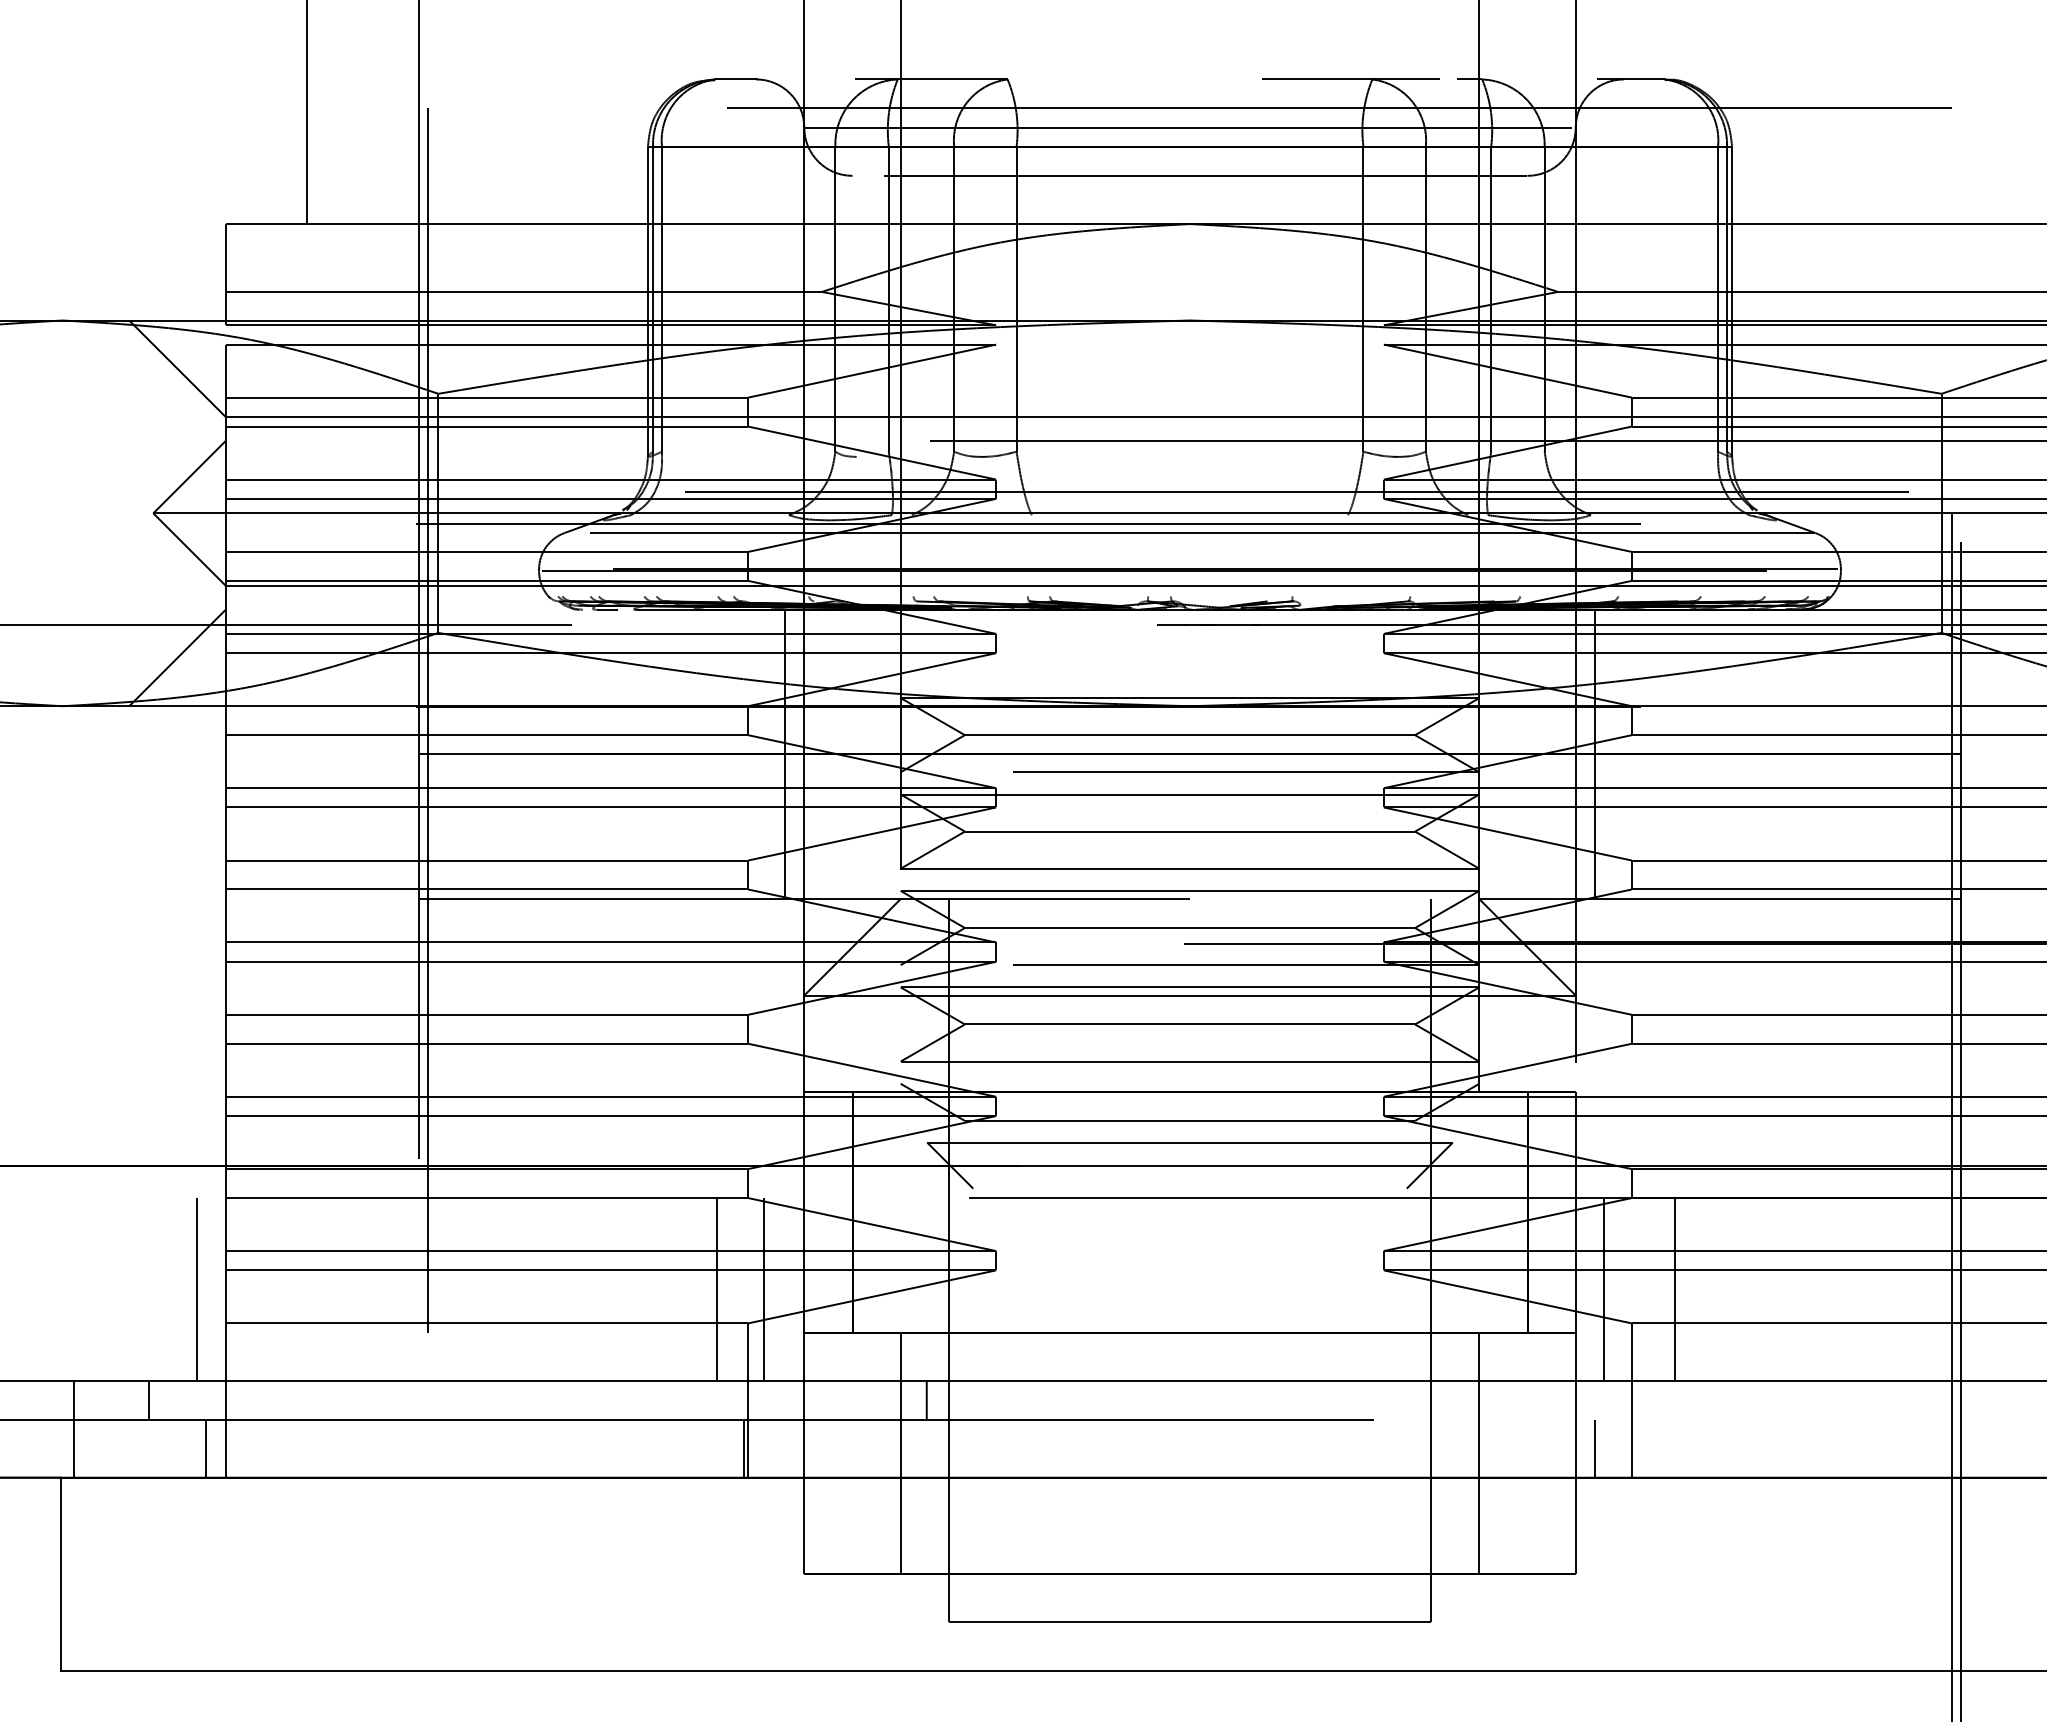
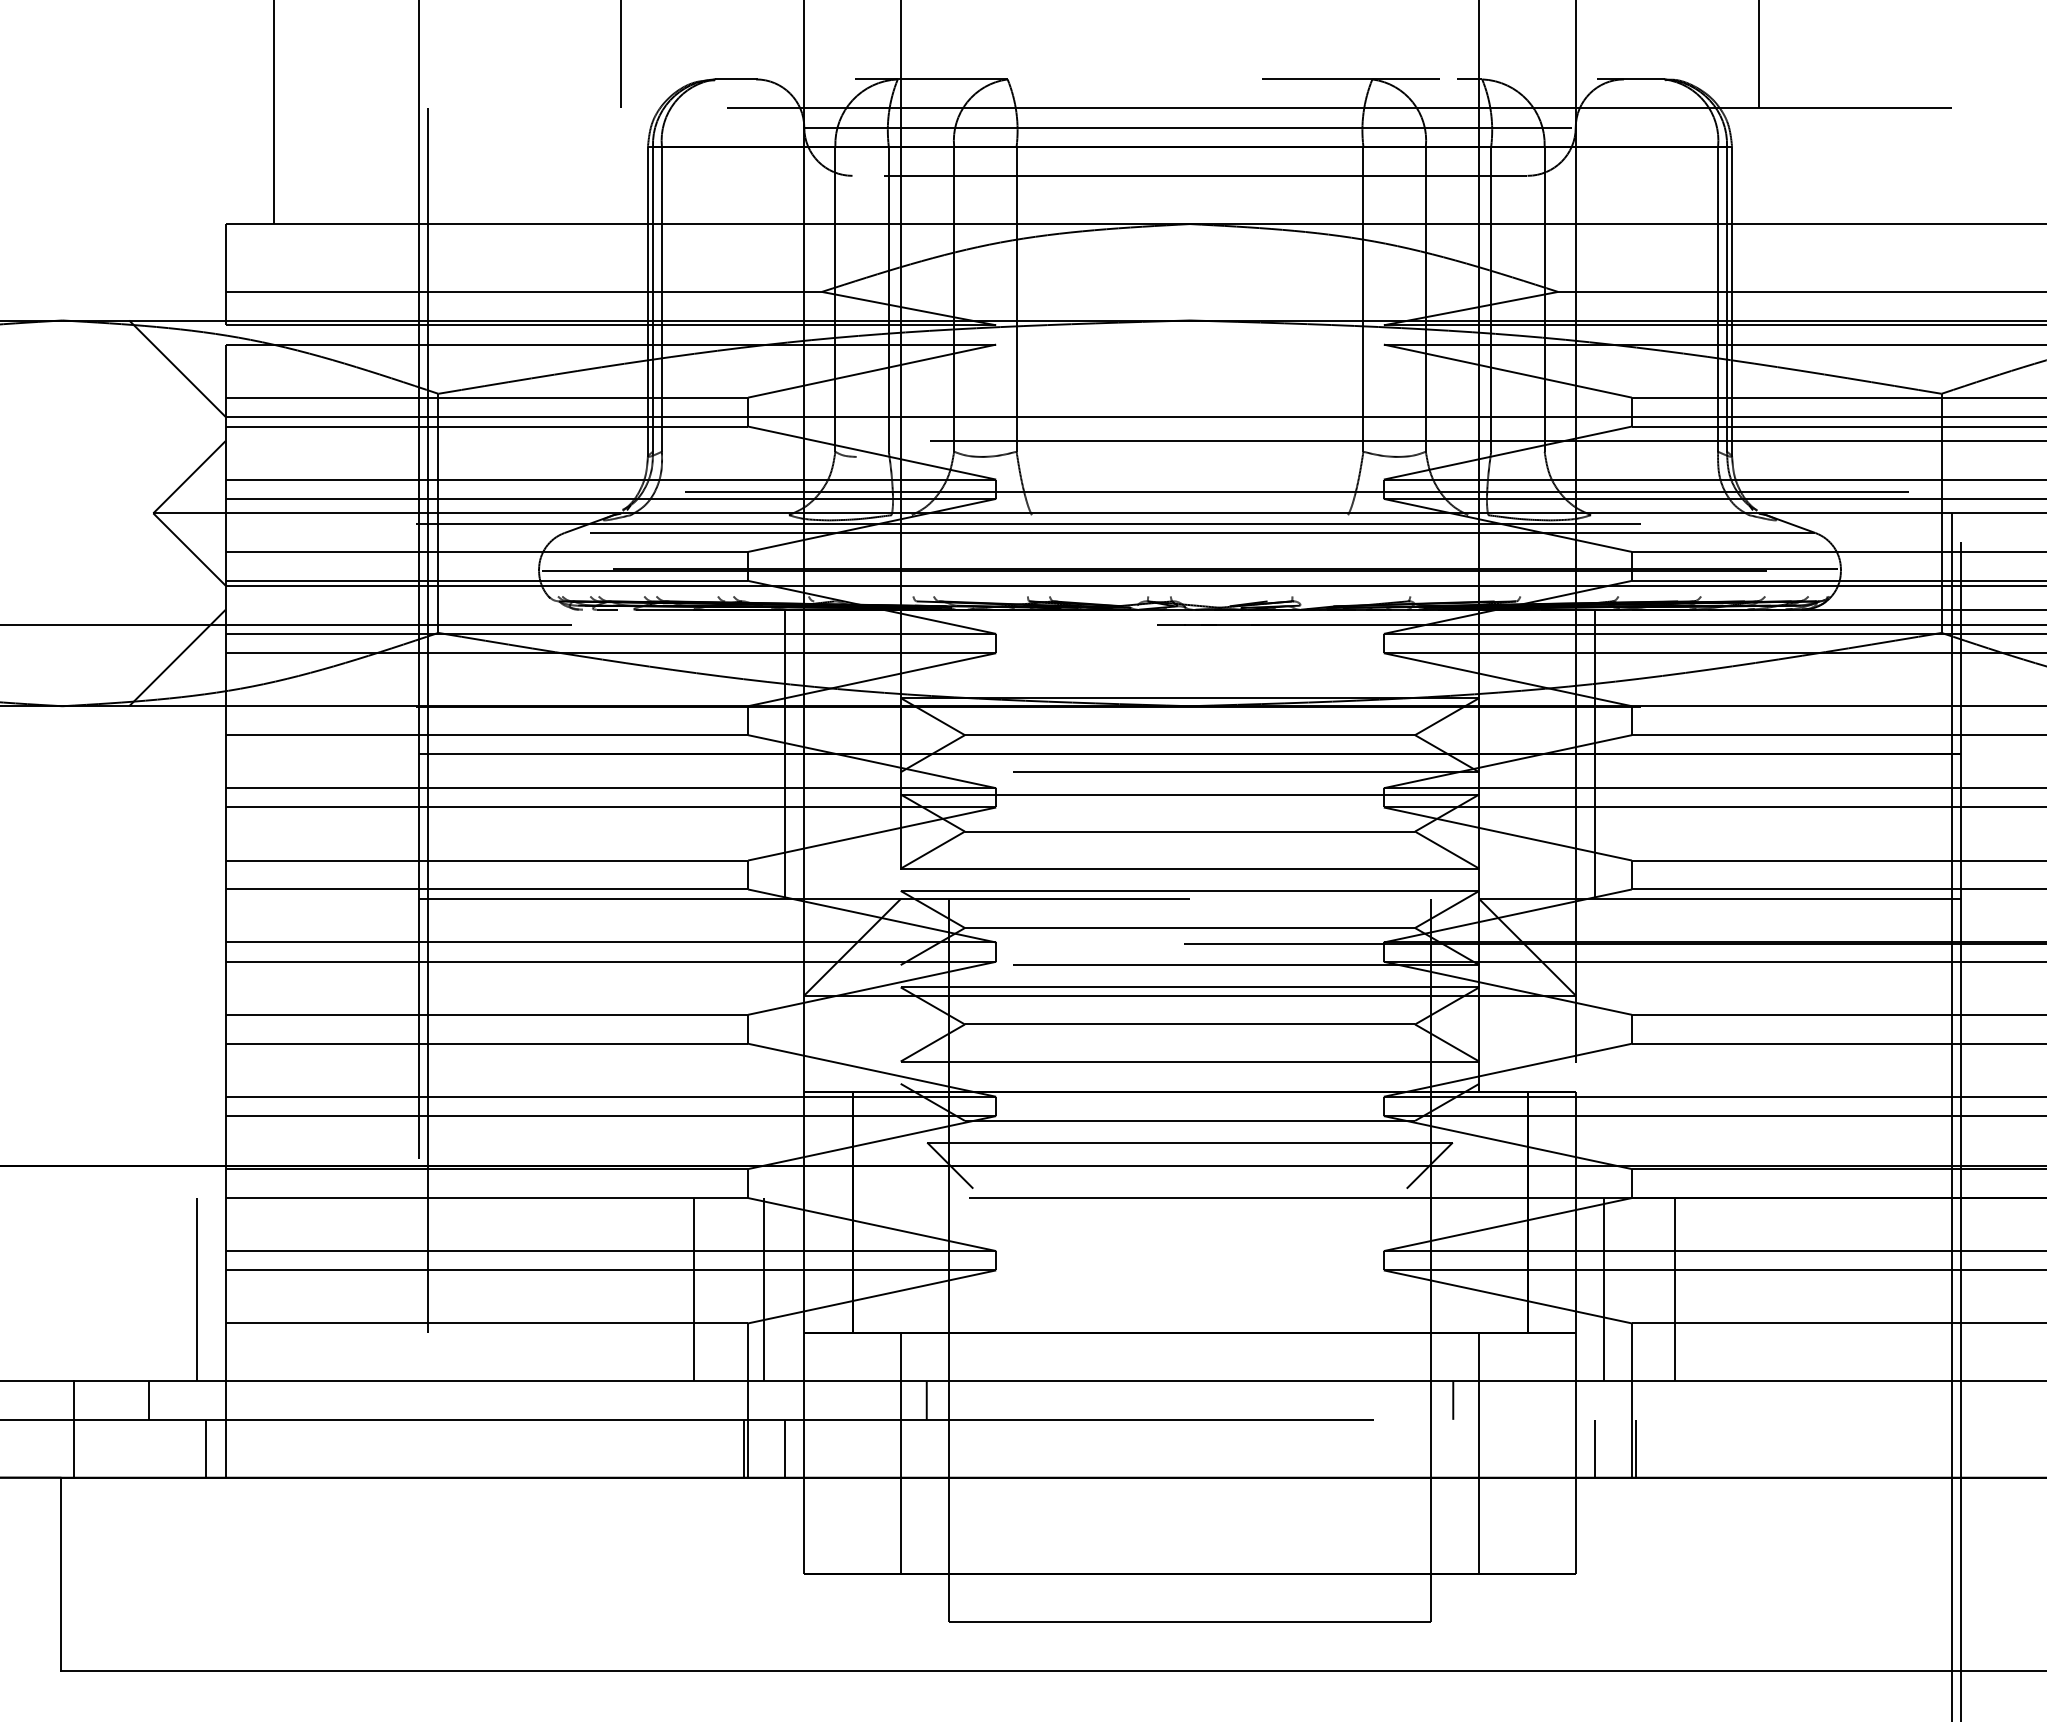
line at (621, 55): none -> present
line at (1758, 55): none -> present
line at (306, 113) position: (306, 113) -> (273, 113)
line at (716, 1289) position: (716, 1289) -> (693, 1289)
line at (1453, 1400): none -> present
line at (784, 1448): none -> present
line at (1636, 1448): none -> present
